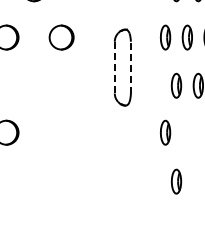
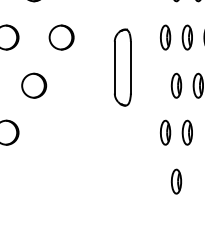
line at (114, 67): dashed -> solid
line at (130, 67): dashed -> solid
part at (34, 85): none -> present
part at (186, 132): none -> present
